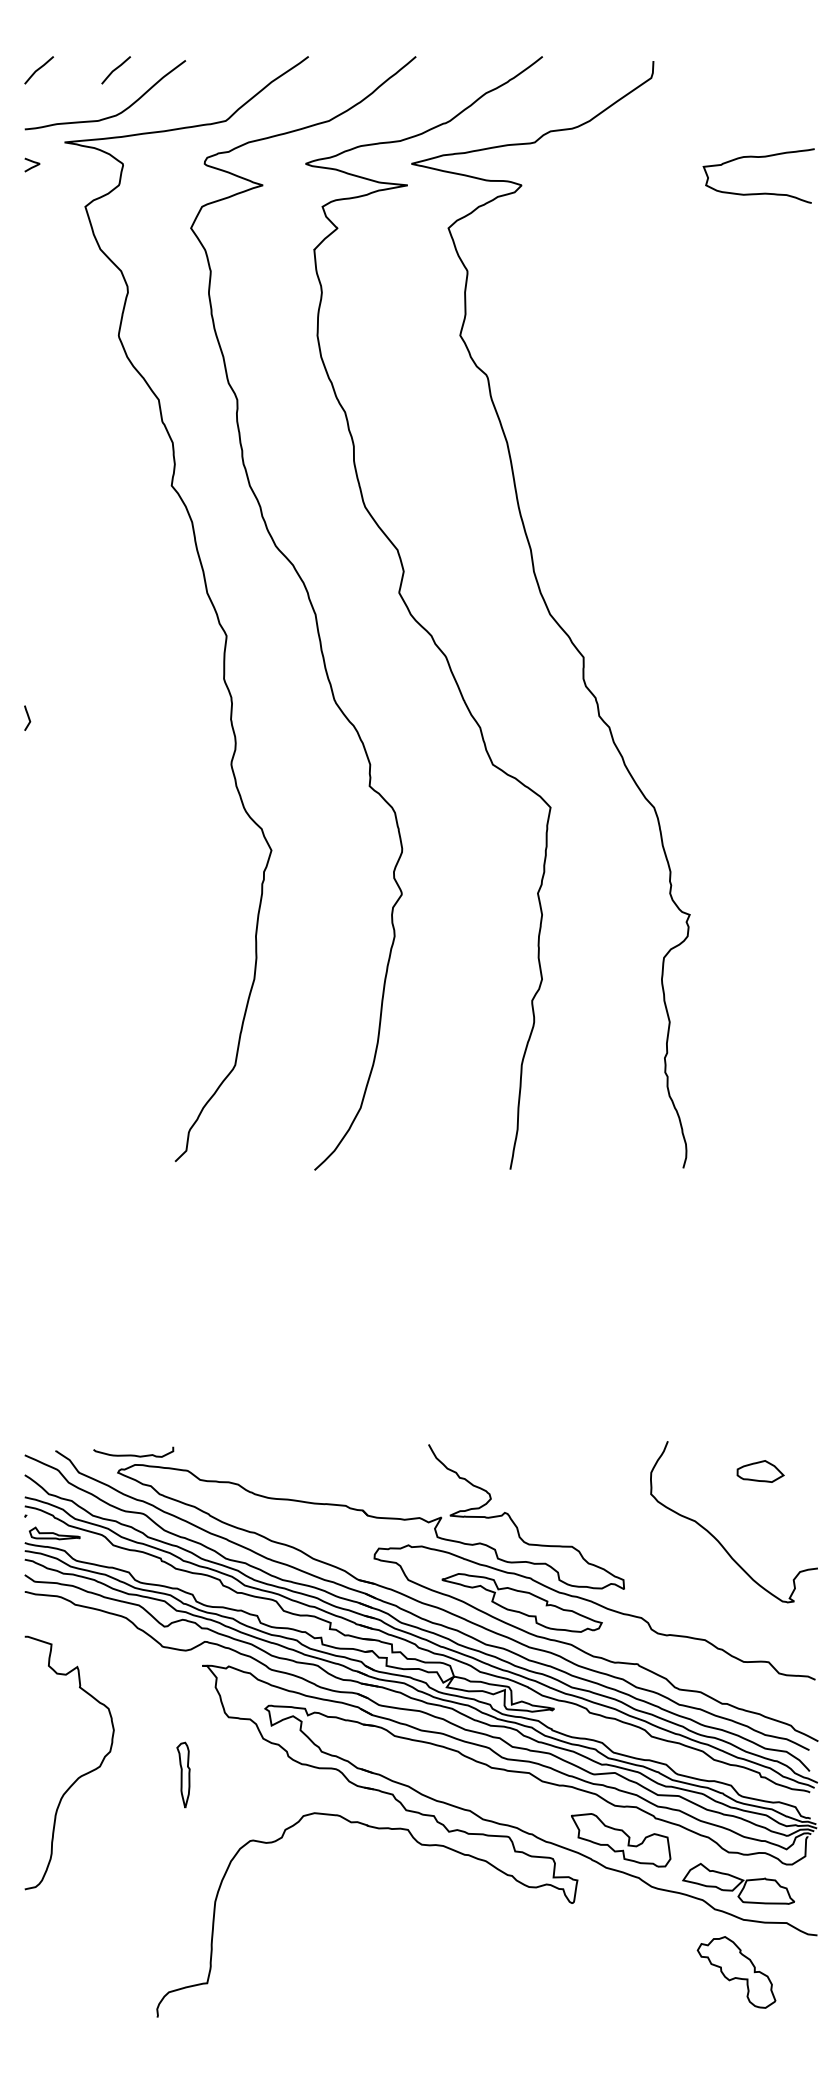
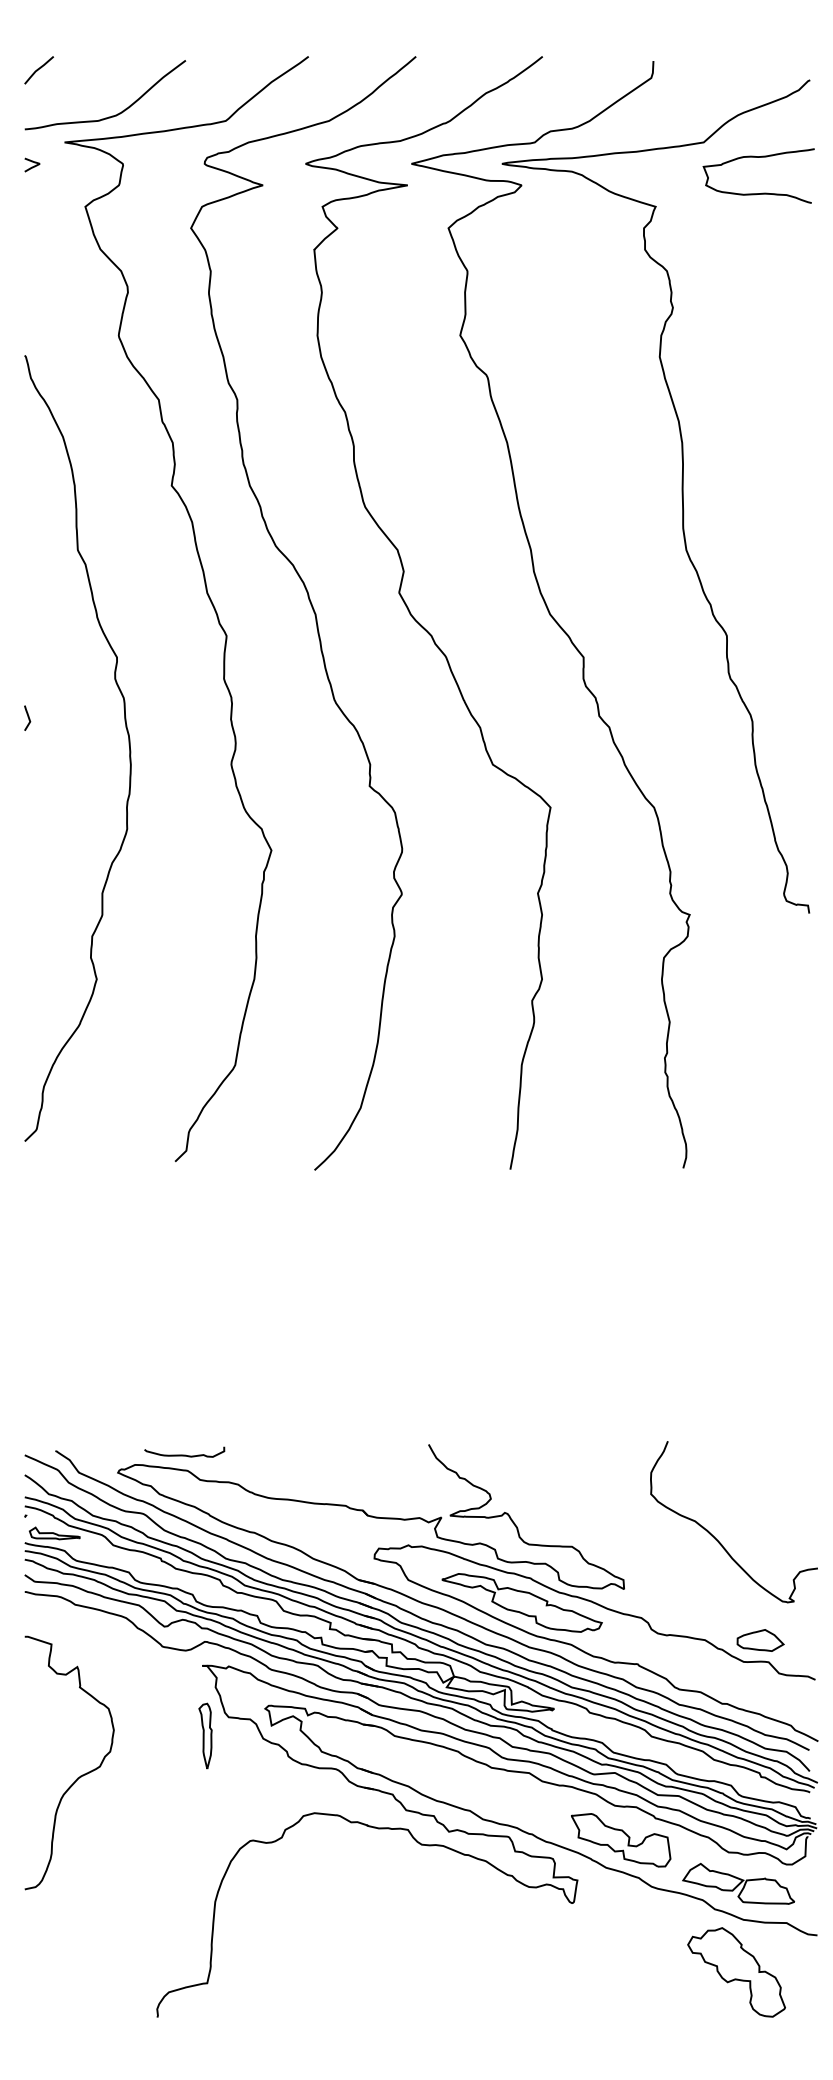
curve at (115, 70): present -> none
curve at (681, 496): none -> present
curve at (128, 744): none -> present
curve at (133, 1454) position: (133, 1454) -> (184, 1454)
part at (760, 1471) position: (760, 1471) -> (760, 1640)
part at (183, 1774) position: (183, 1774) -> (205, 1735)
part at (736, 1972) size: 81x73 px -> 99x91 px
